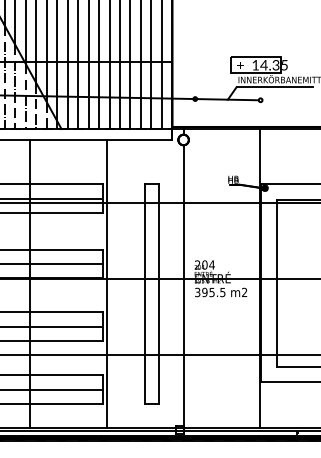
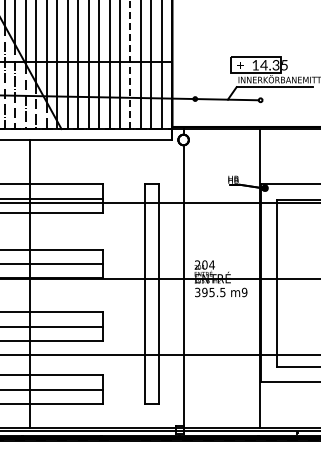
line at (130, 64): solid -> dashed
line at (106, 283): present -> none
text at (244, 292): m2 -> m9
